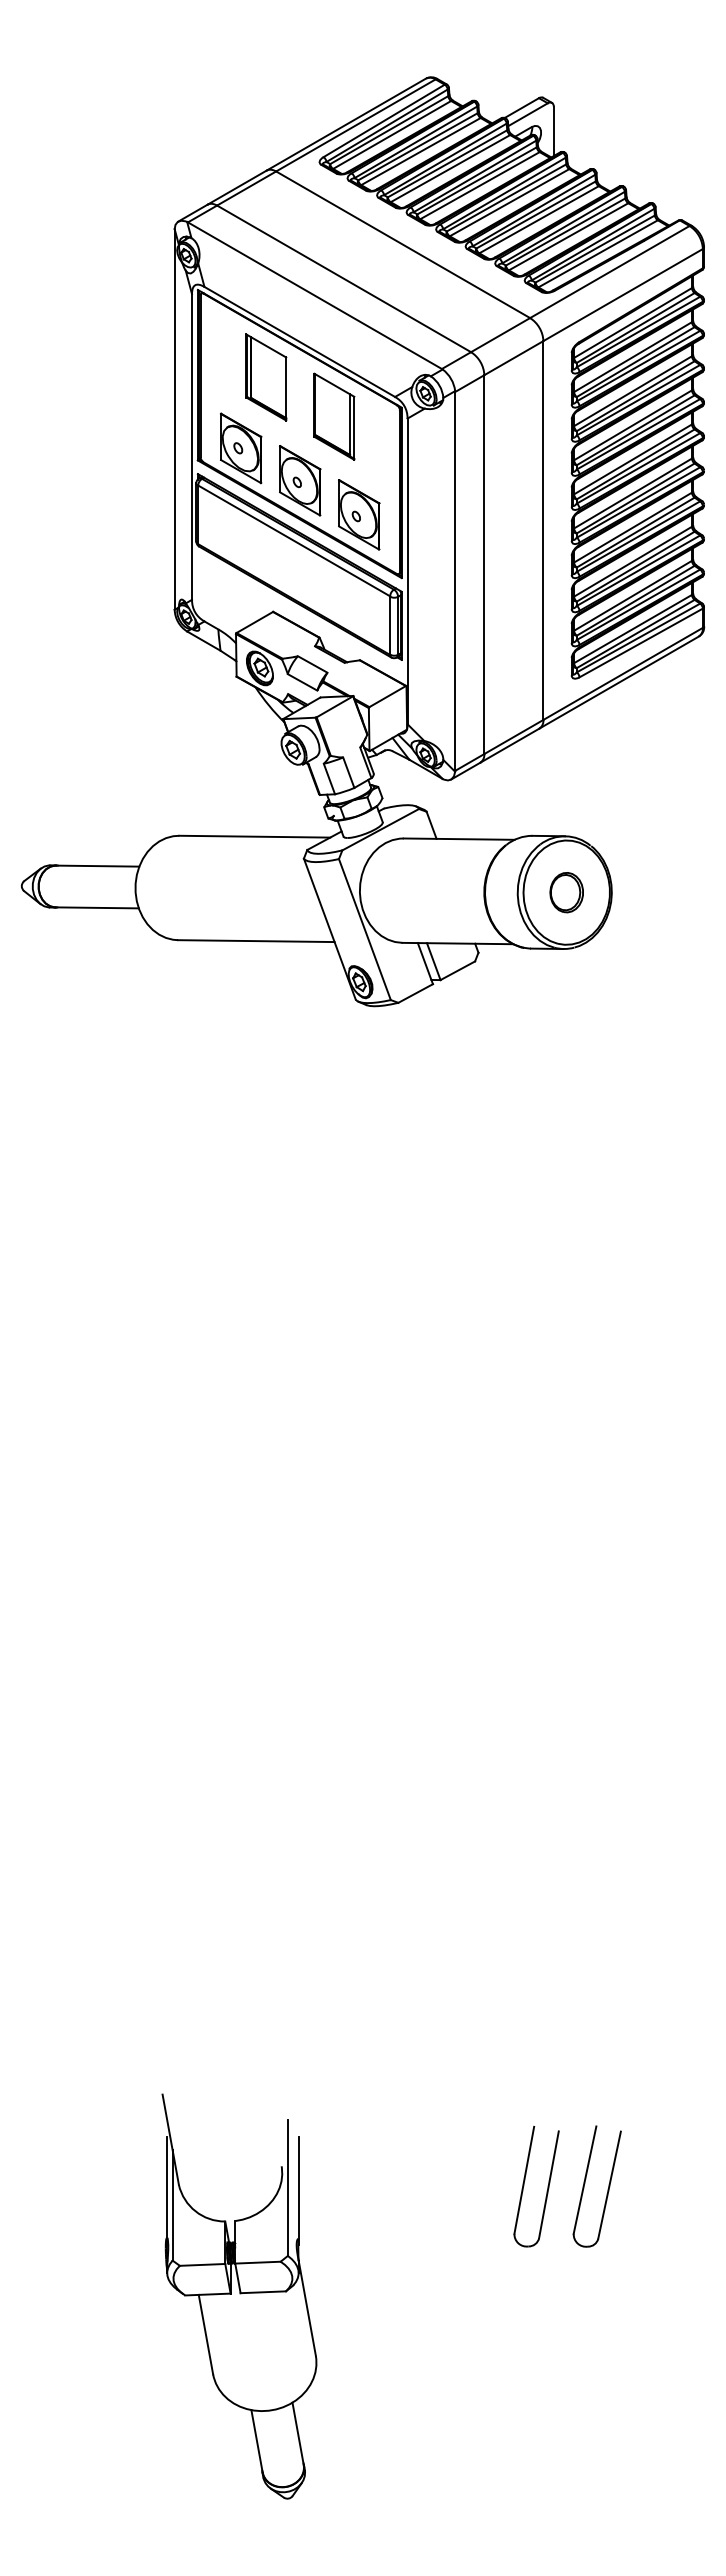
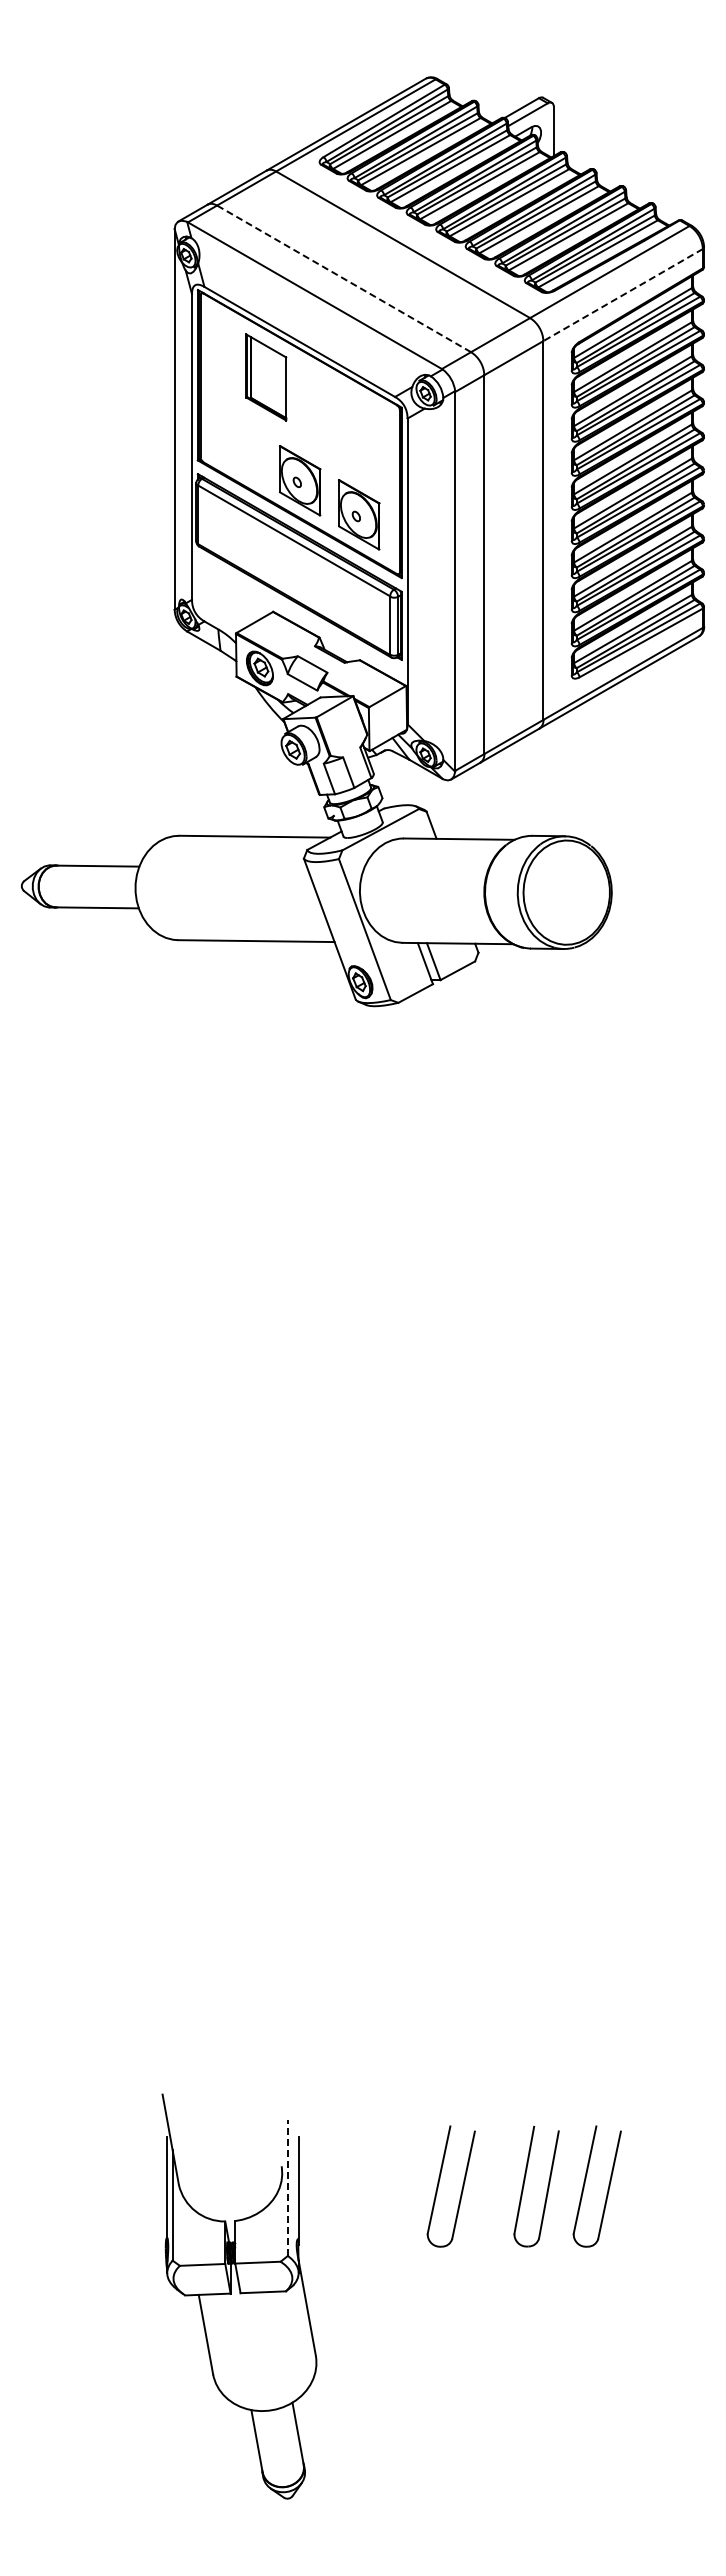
line at (344, 278): solid -> dashed
line at (622, 295): solid -> dashed
part at (334, 416): present -> none
part at (241, 448): present -> none
part at (566, 892): present -> none
part at (439, 2183): none -> present
line at (287, 2187): solid -> dashed
